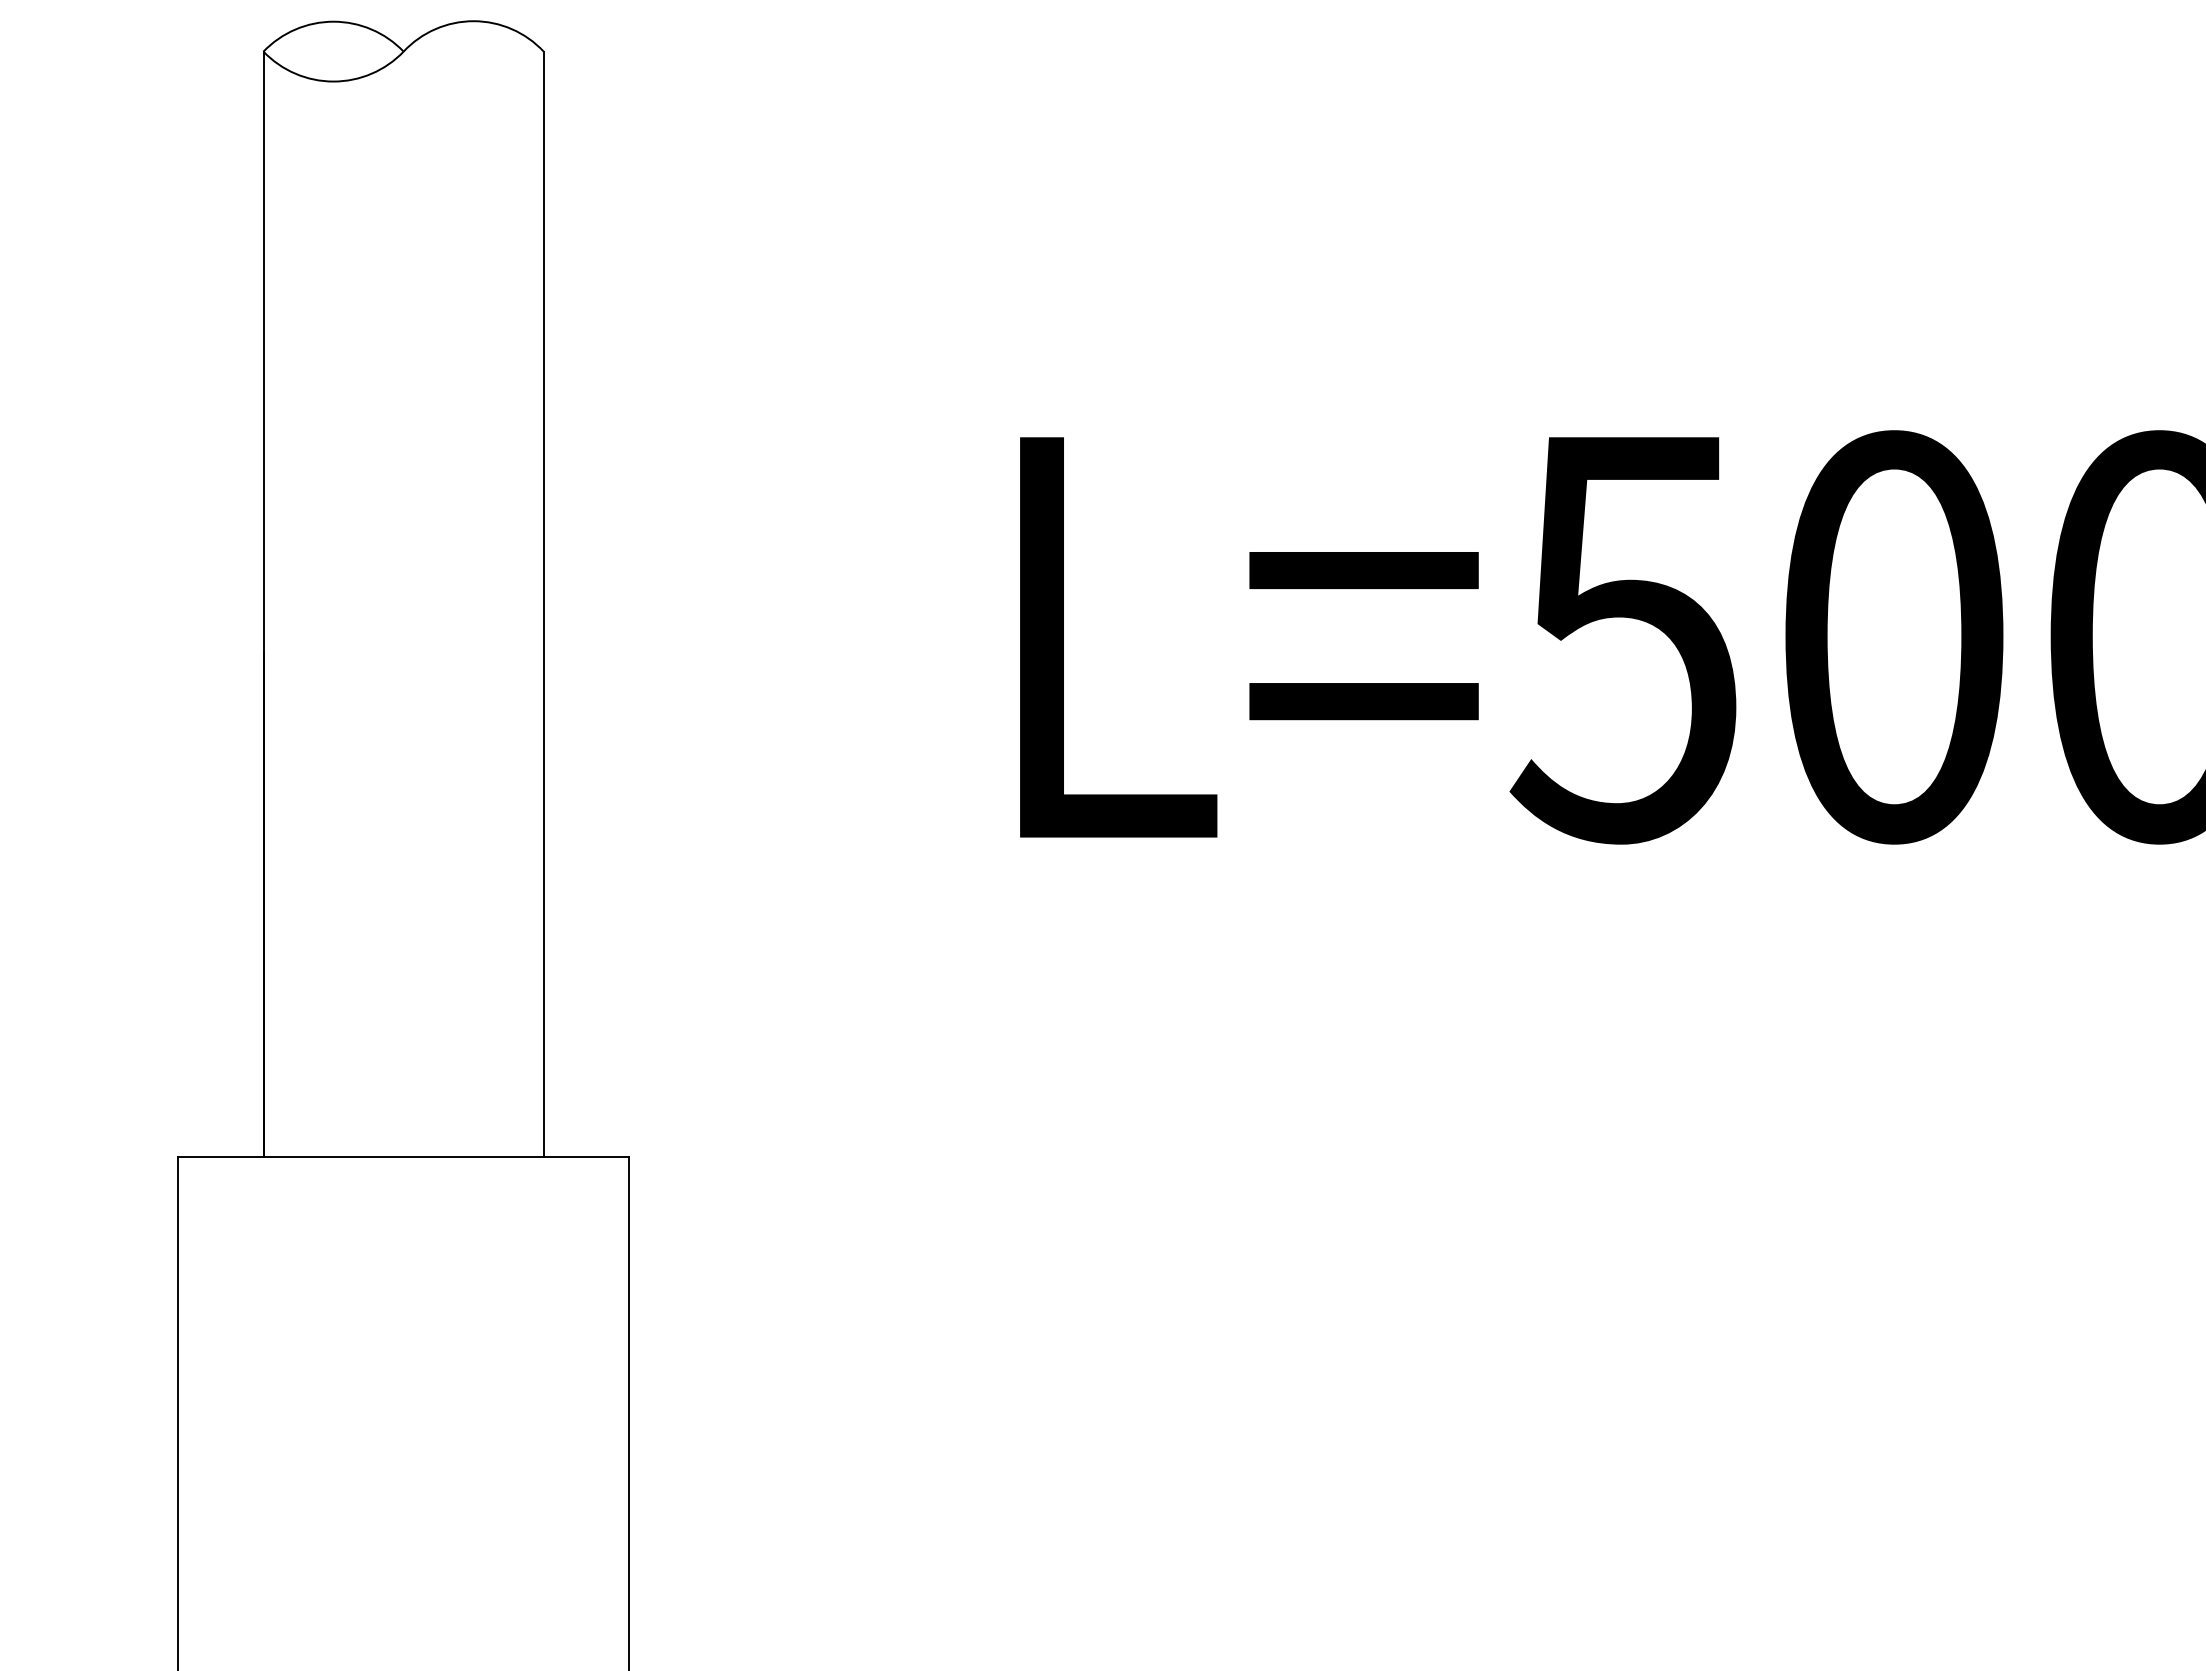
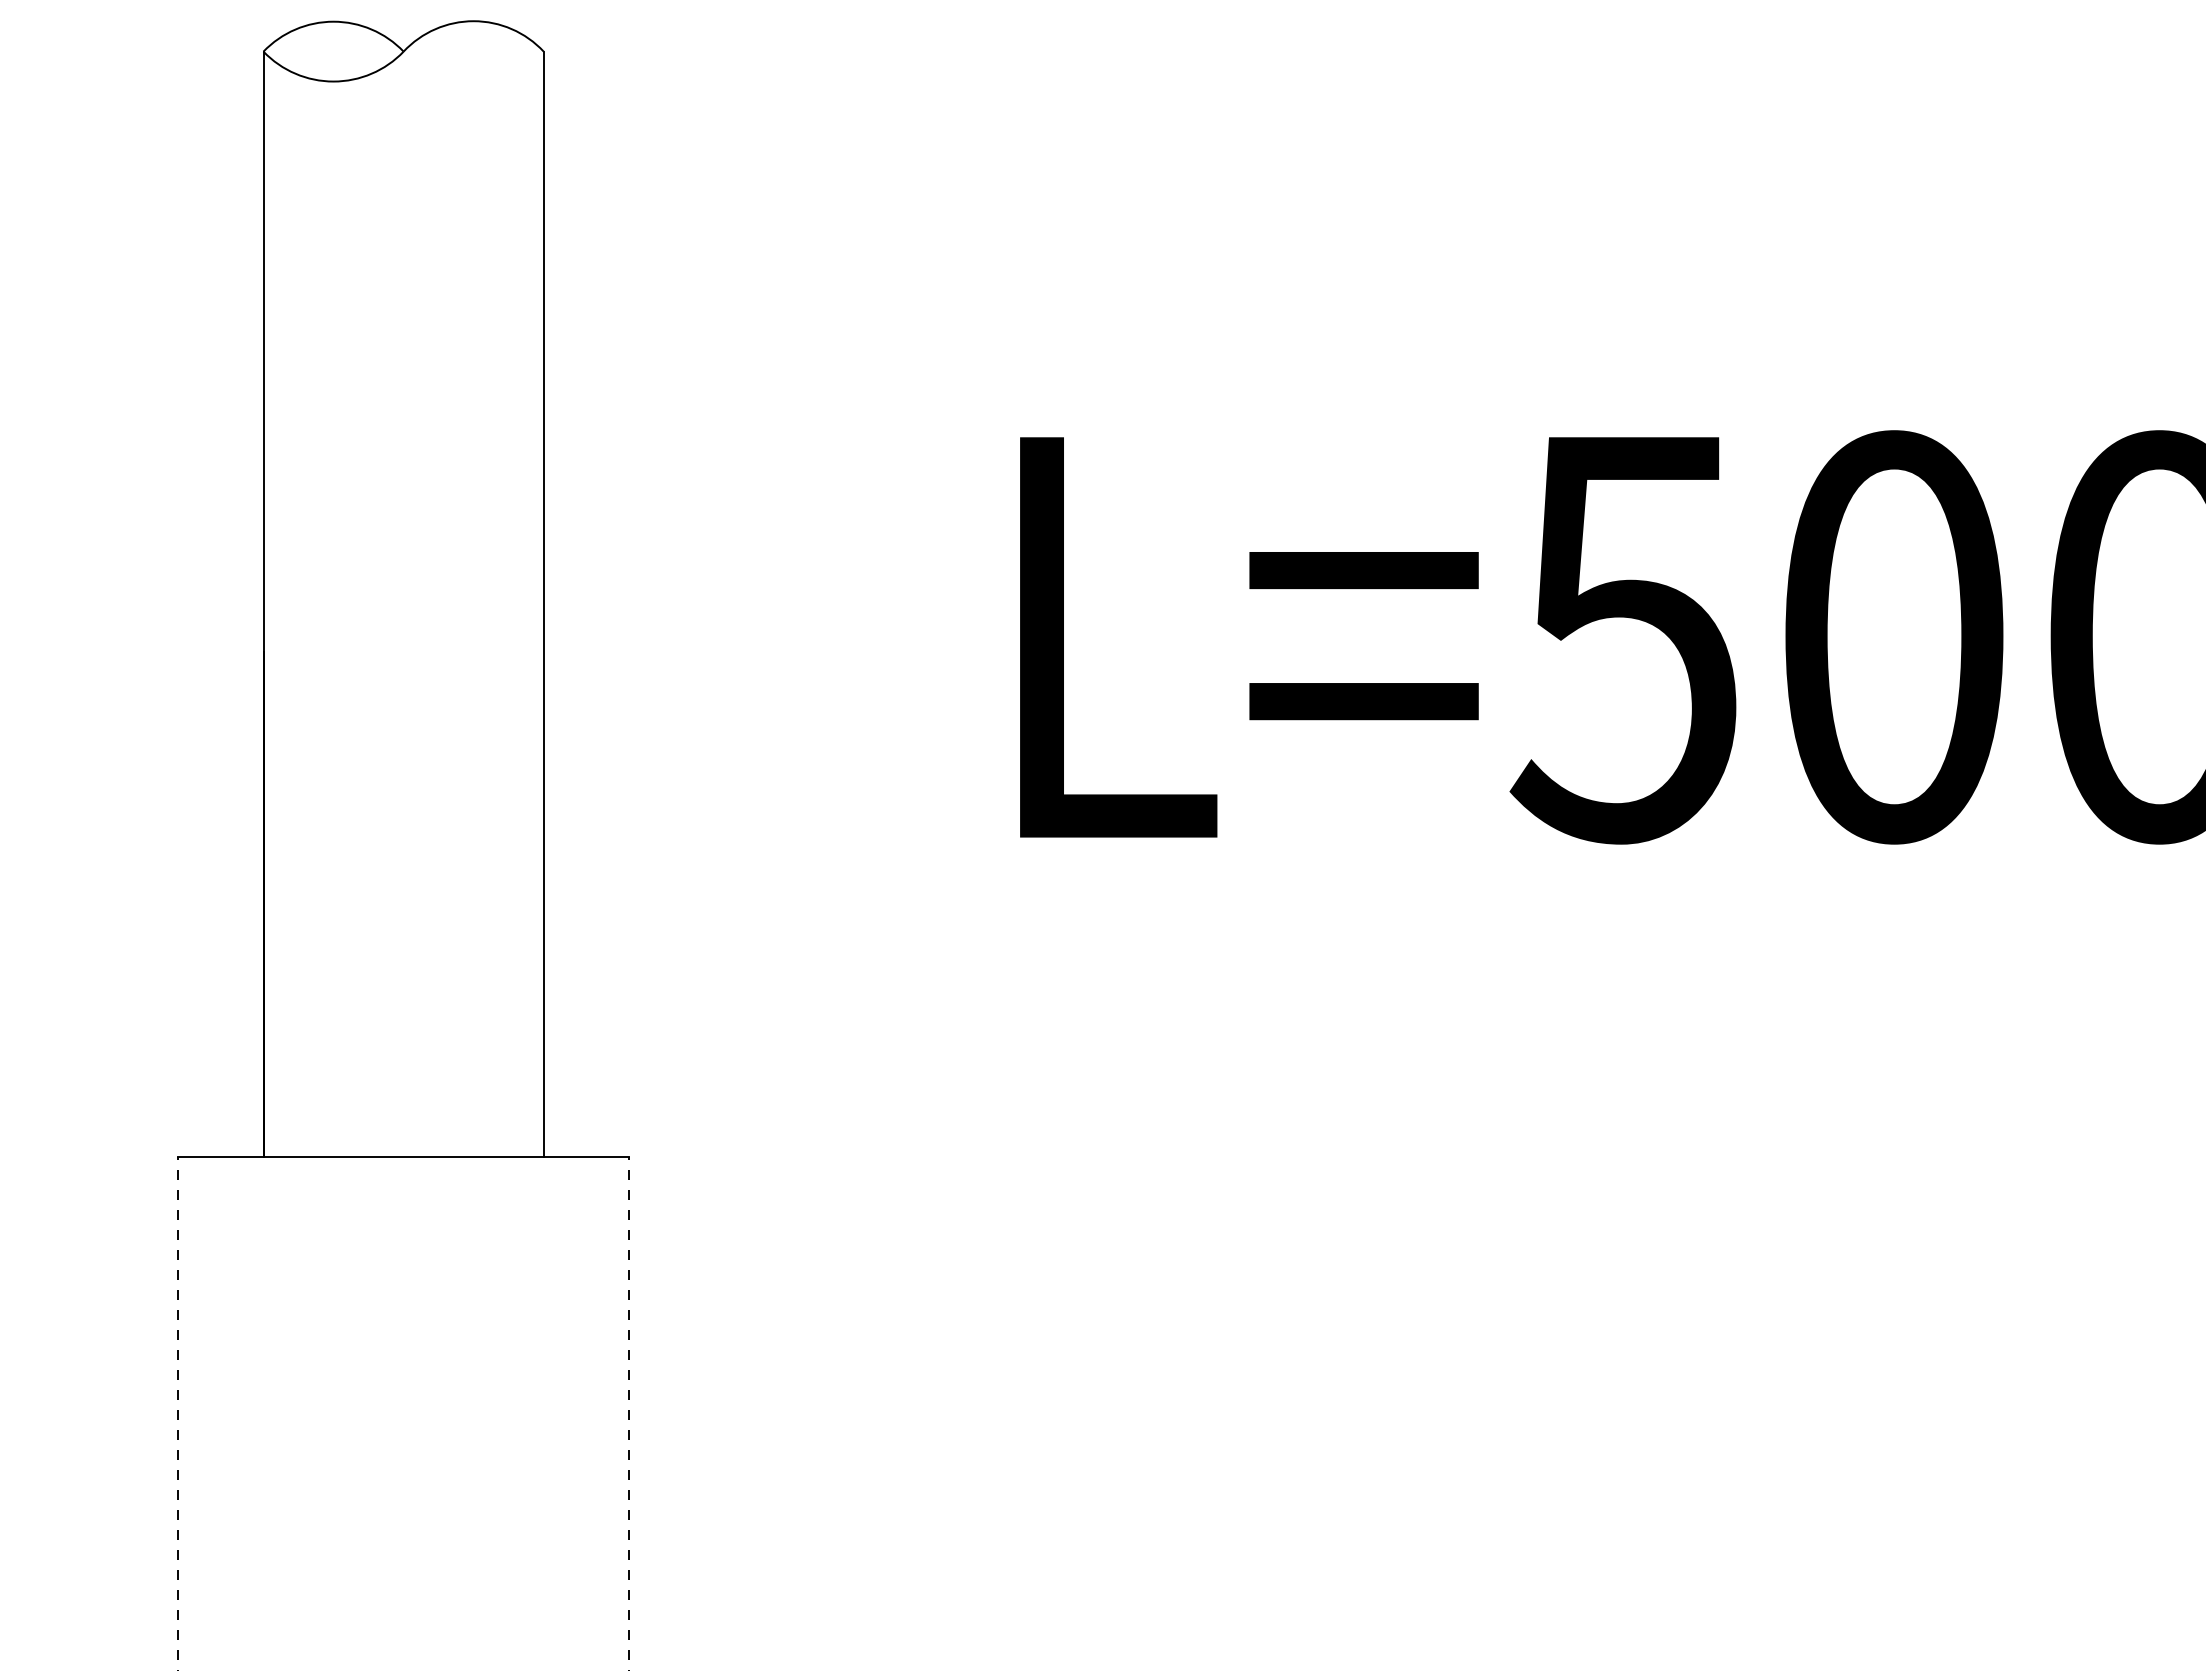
line at (178, 1413): solid -> dashed
line at (628, 1413): solid -> dashed
